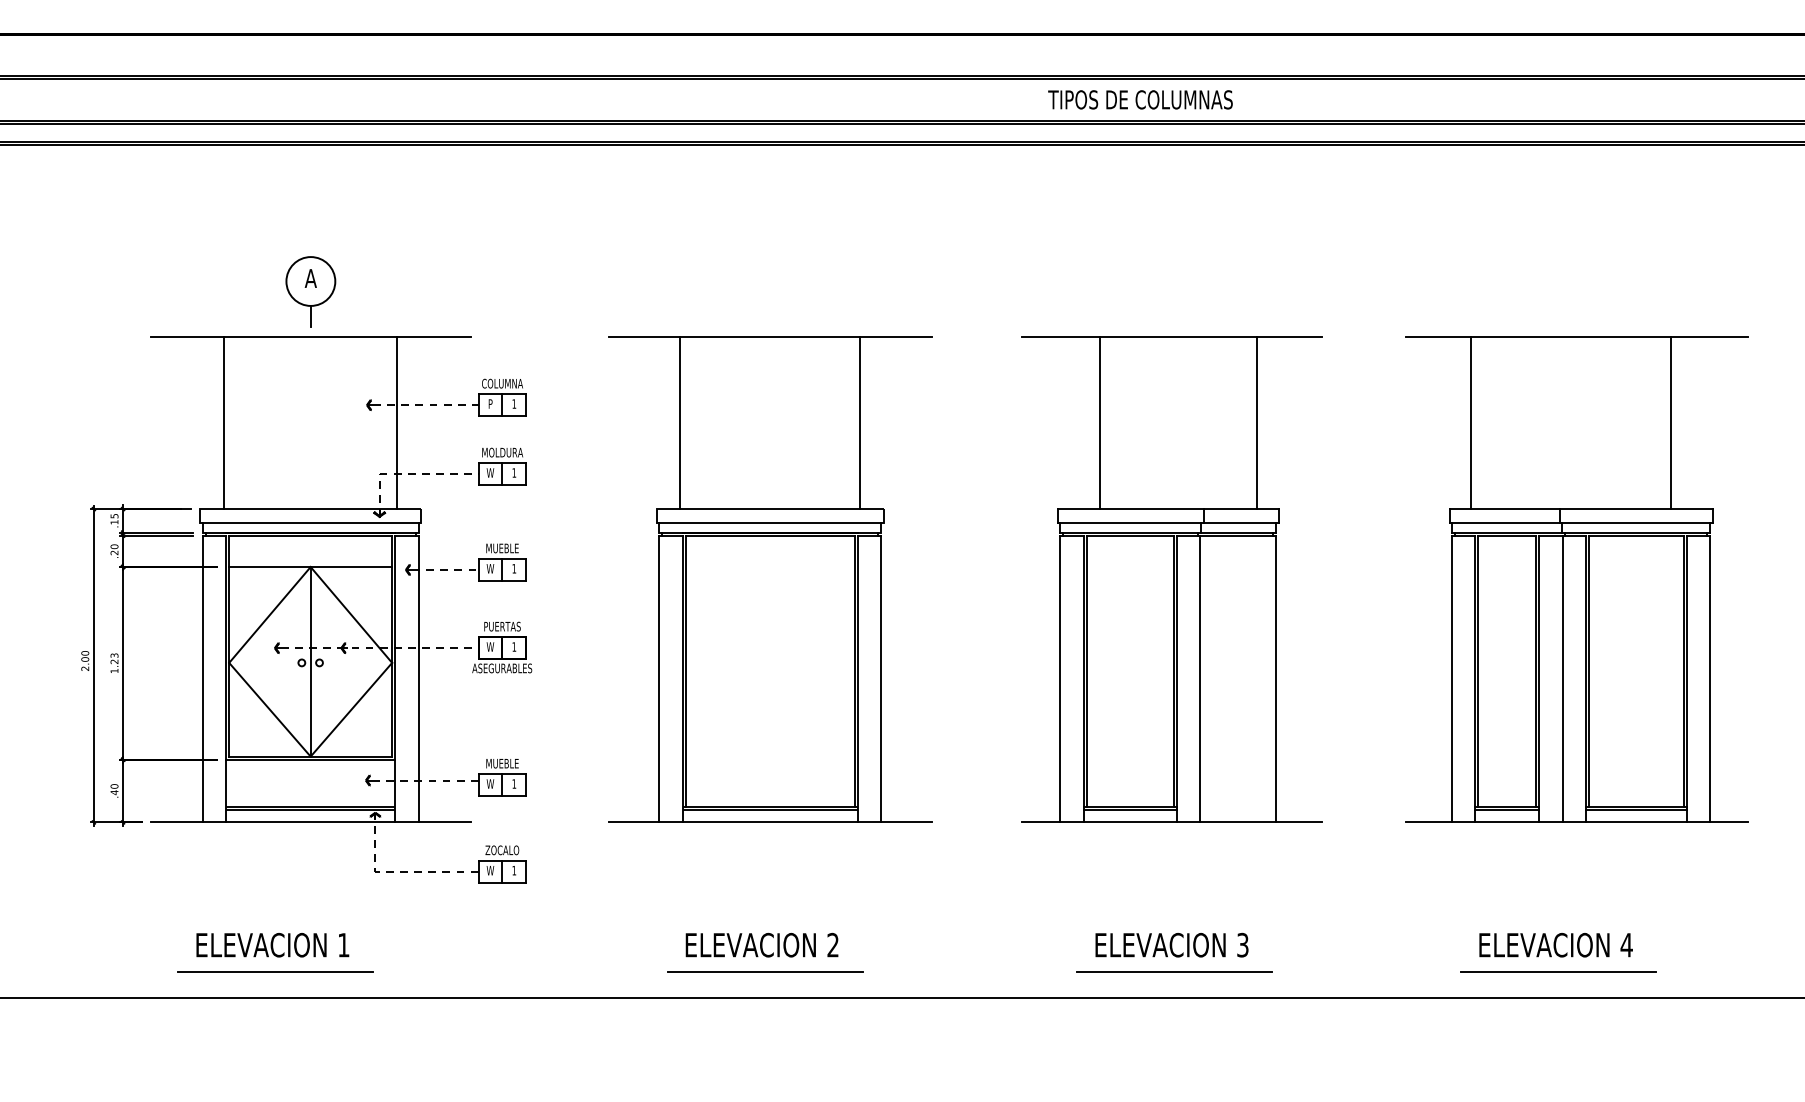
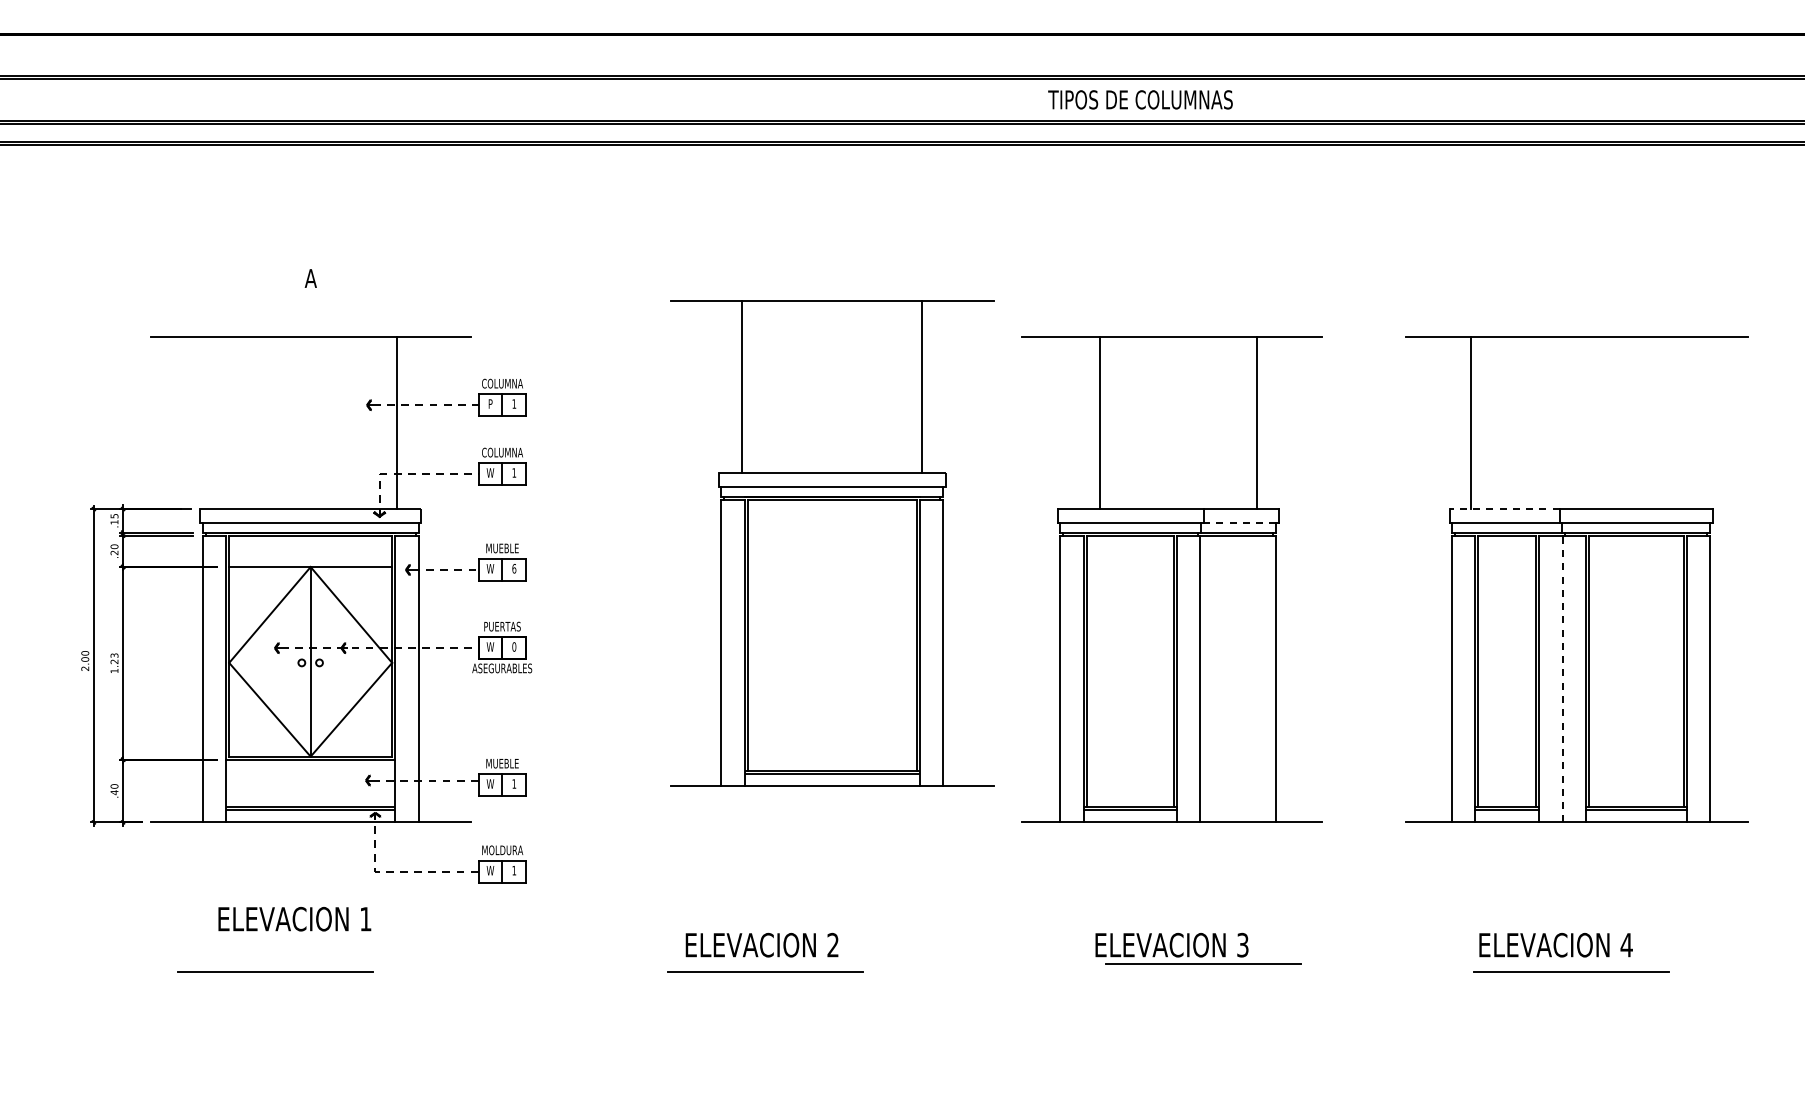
part at (310, 291): present -> none
line at (223, 422): present -> none
line at (1670, 422): present -> none
text at (499, 452): MOLDURA -> COLUMNA
line at (1504, 509): solid -> dashed
line at (1239, 523): solid -> dashed
text at (514, 568): 1 -> 6
part at (770, 579) position: (770, 579) -> (832, 543)
text at (514, 646): 1 -> 0
line at (1562, 678): solid -> dashed
text at (502, 850): ZOCALO -> MOLDURA
text at (272, 945) position: (272, 945) -> (294, 919)
line at (1174, 971) position: (1174, 971) -> (1203, 963)
line at (1558, 971) position: (1558, 971) -> (1571, 971)
line at (901, 997): present -> none
